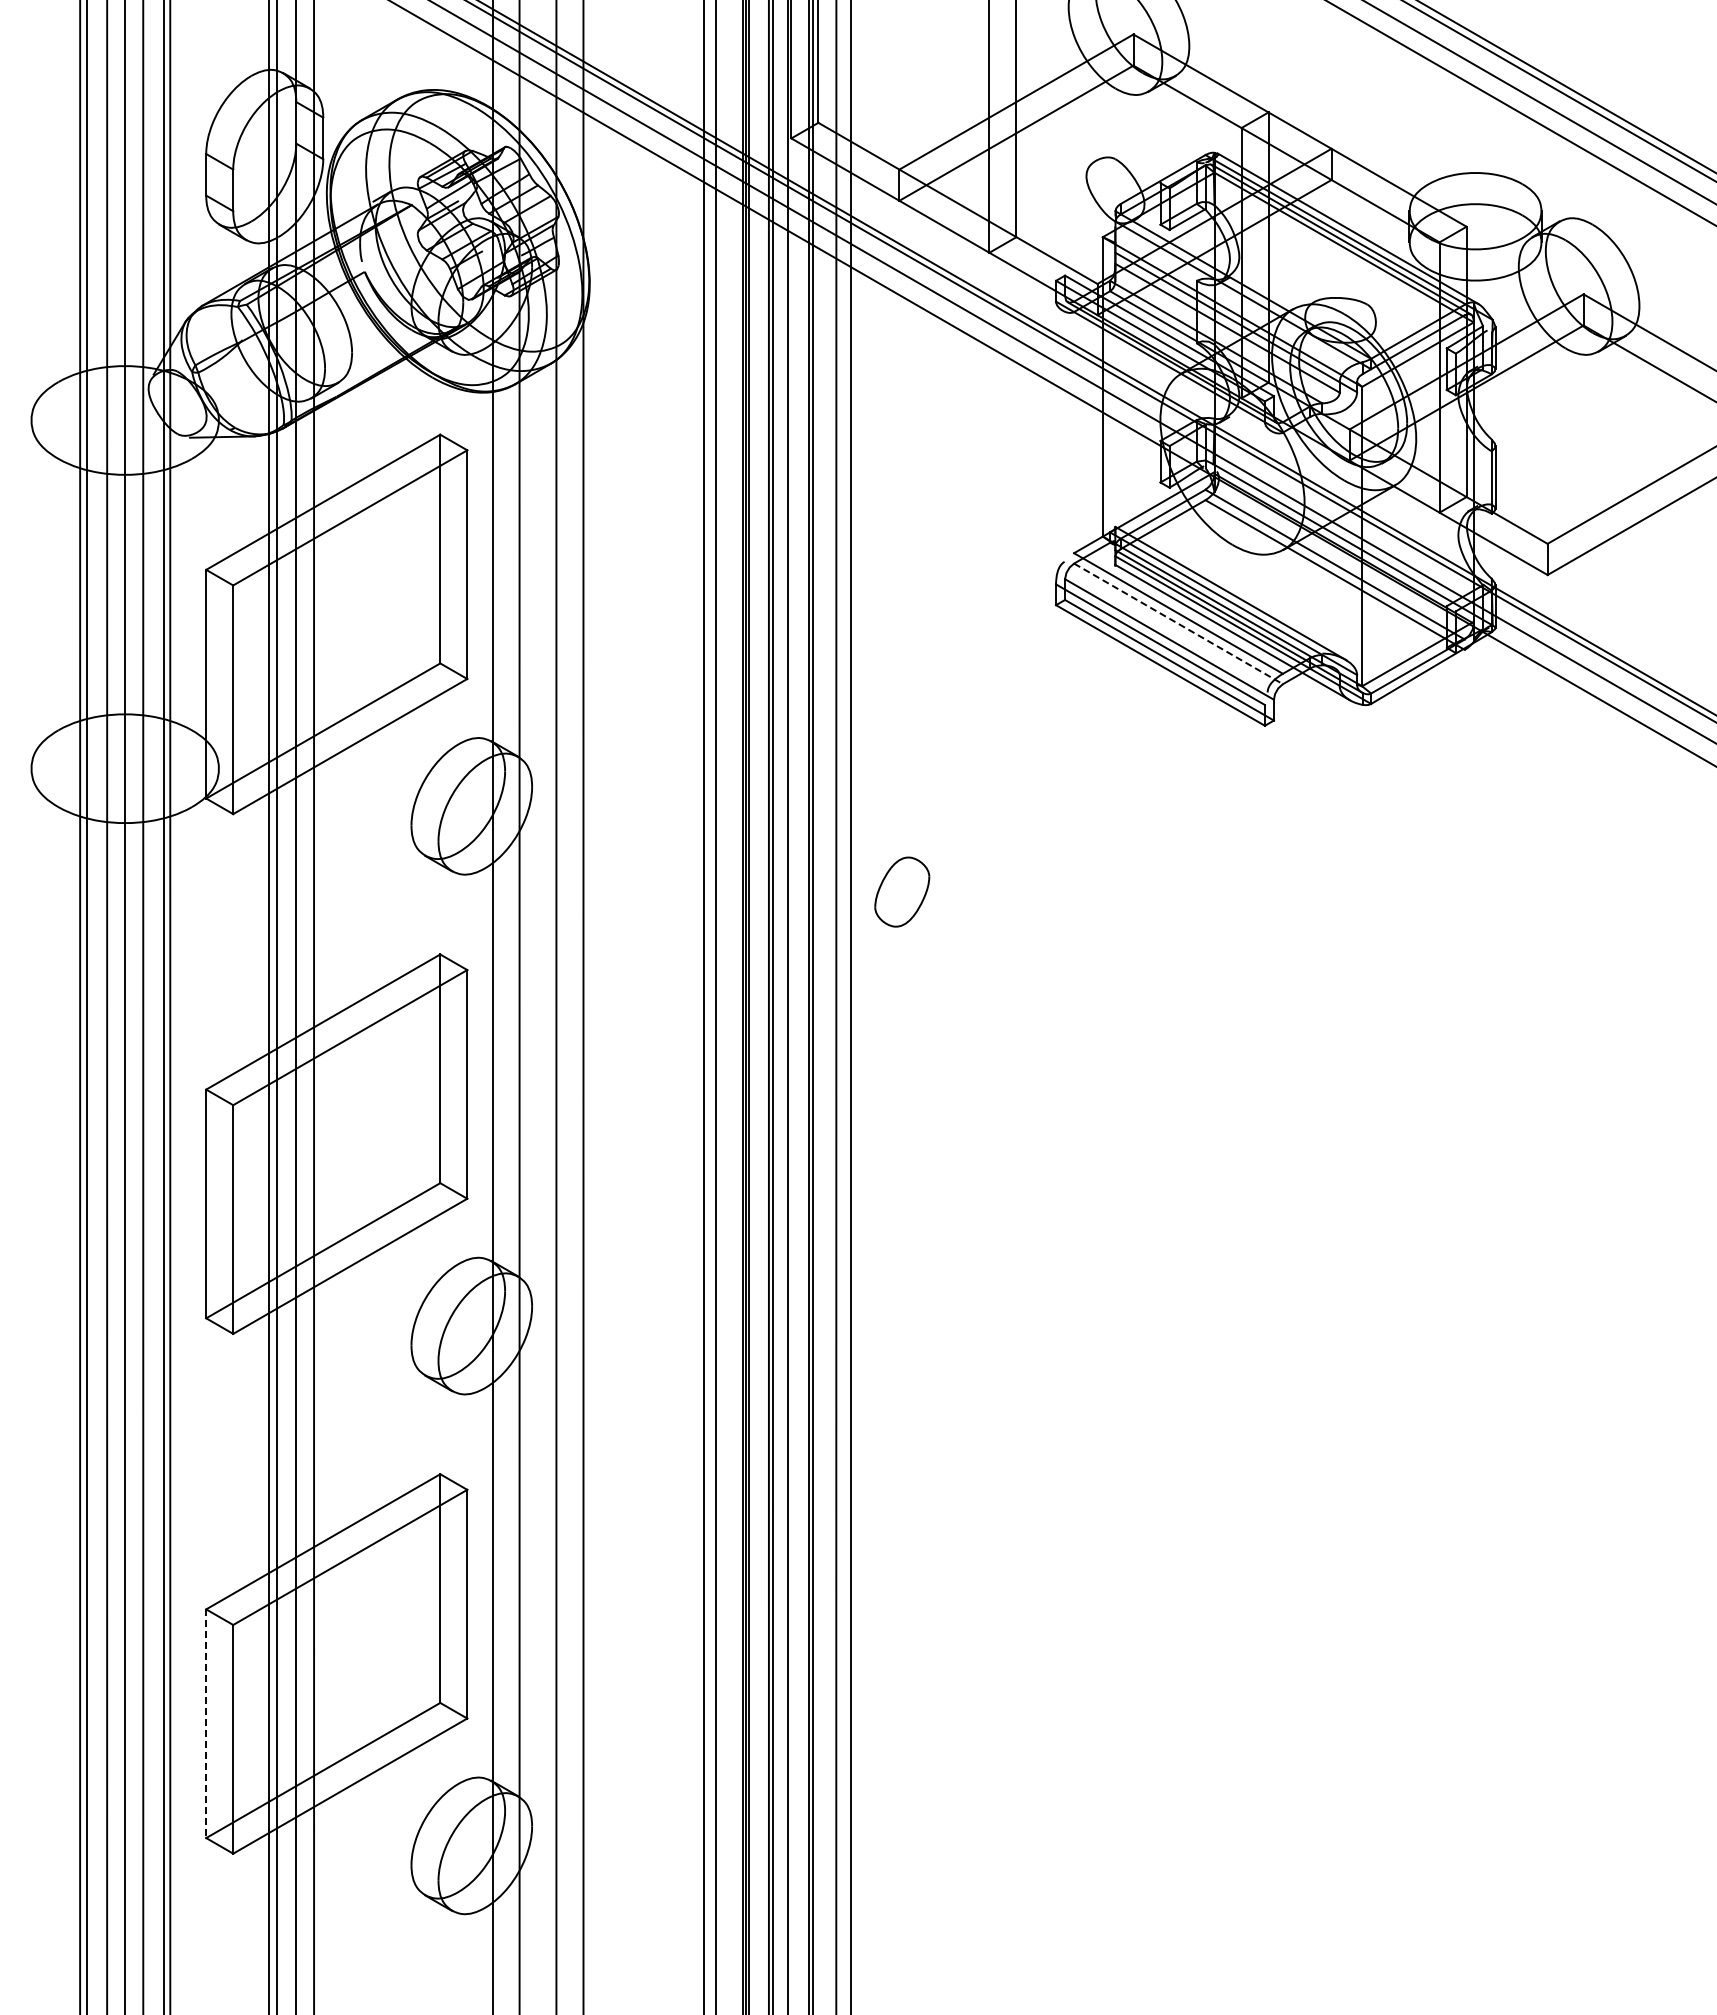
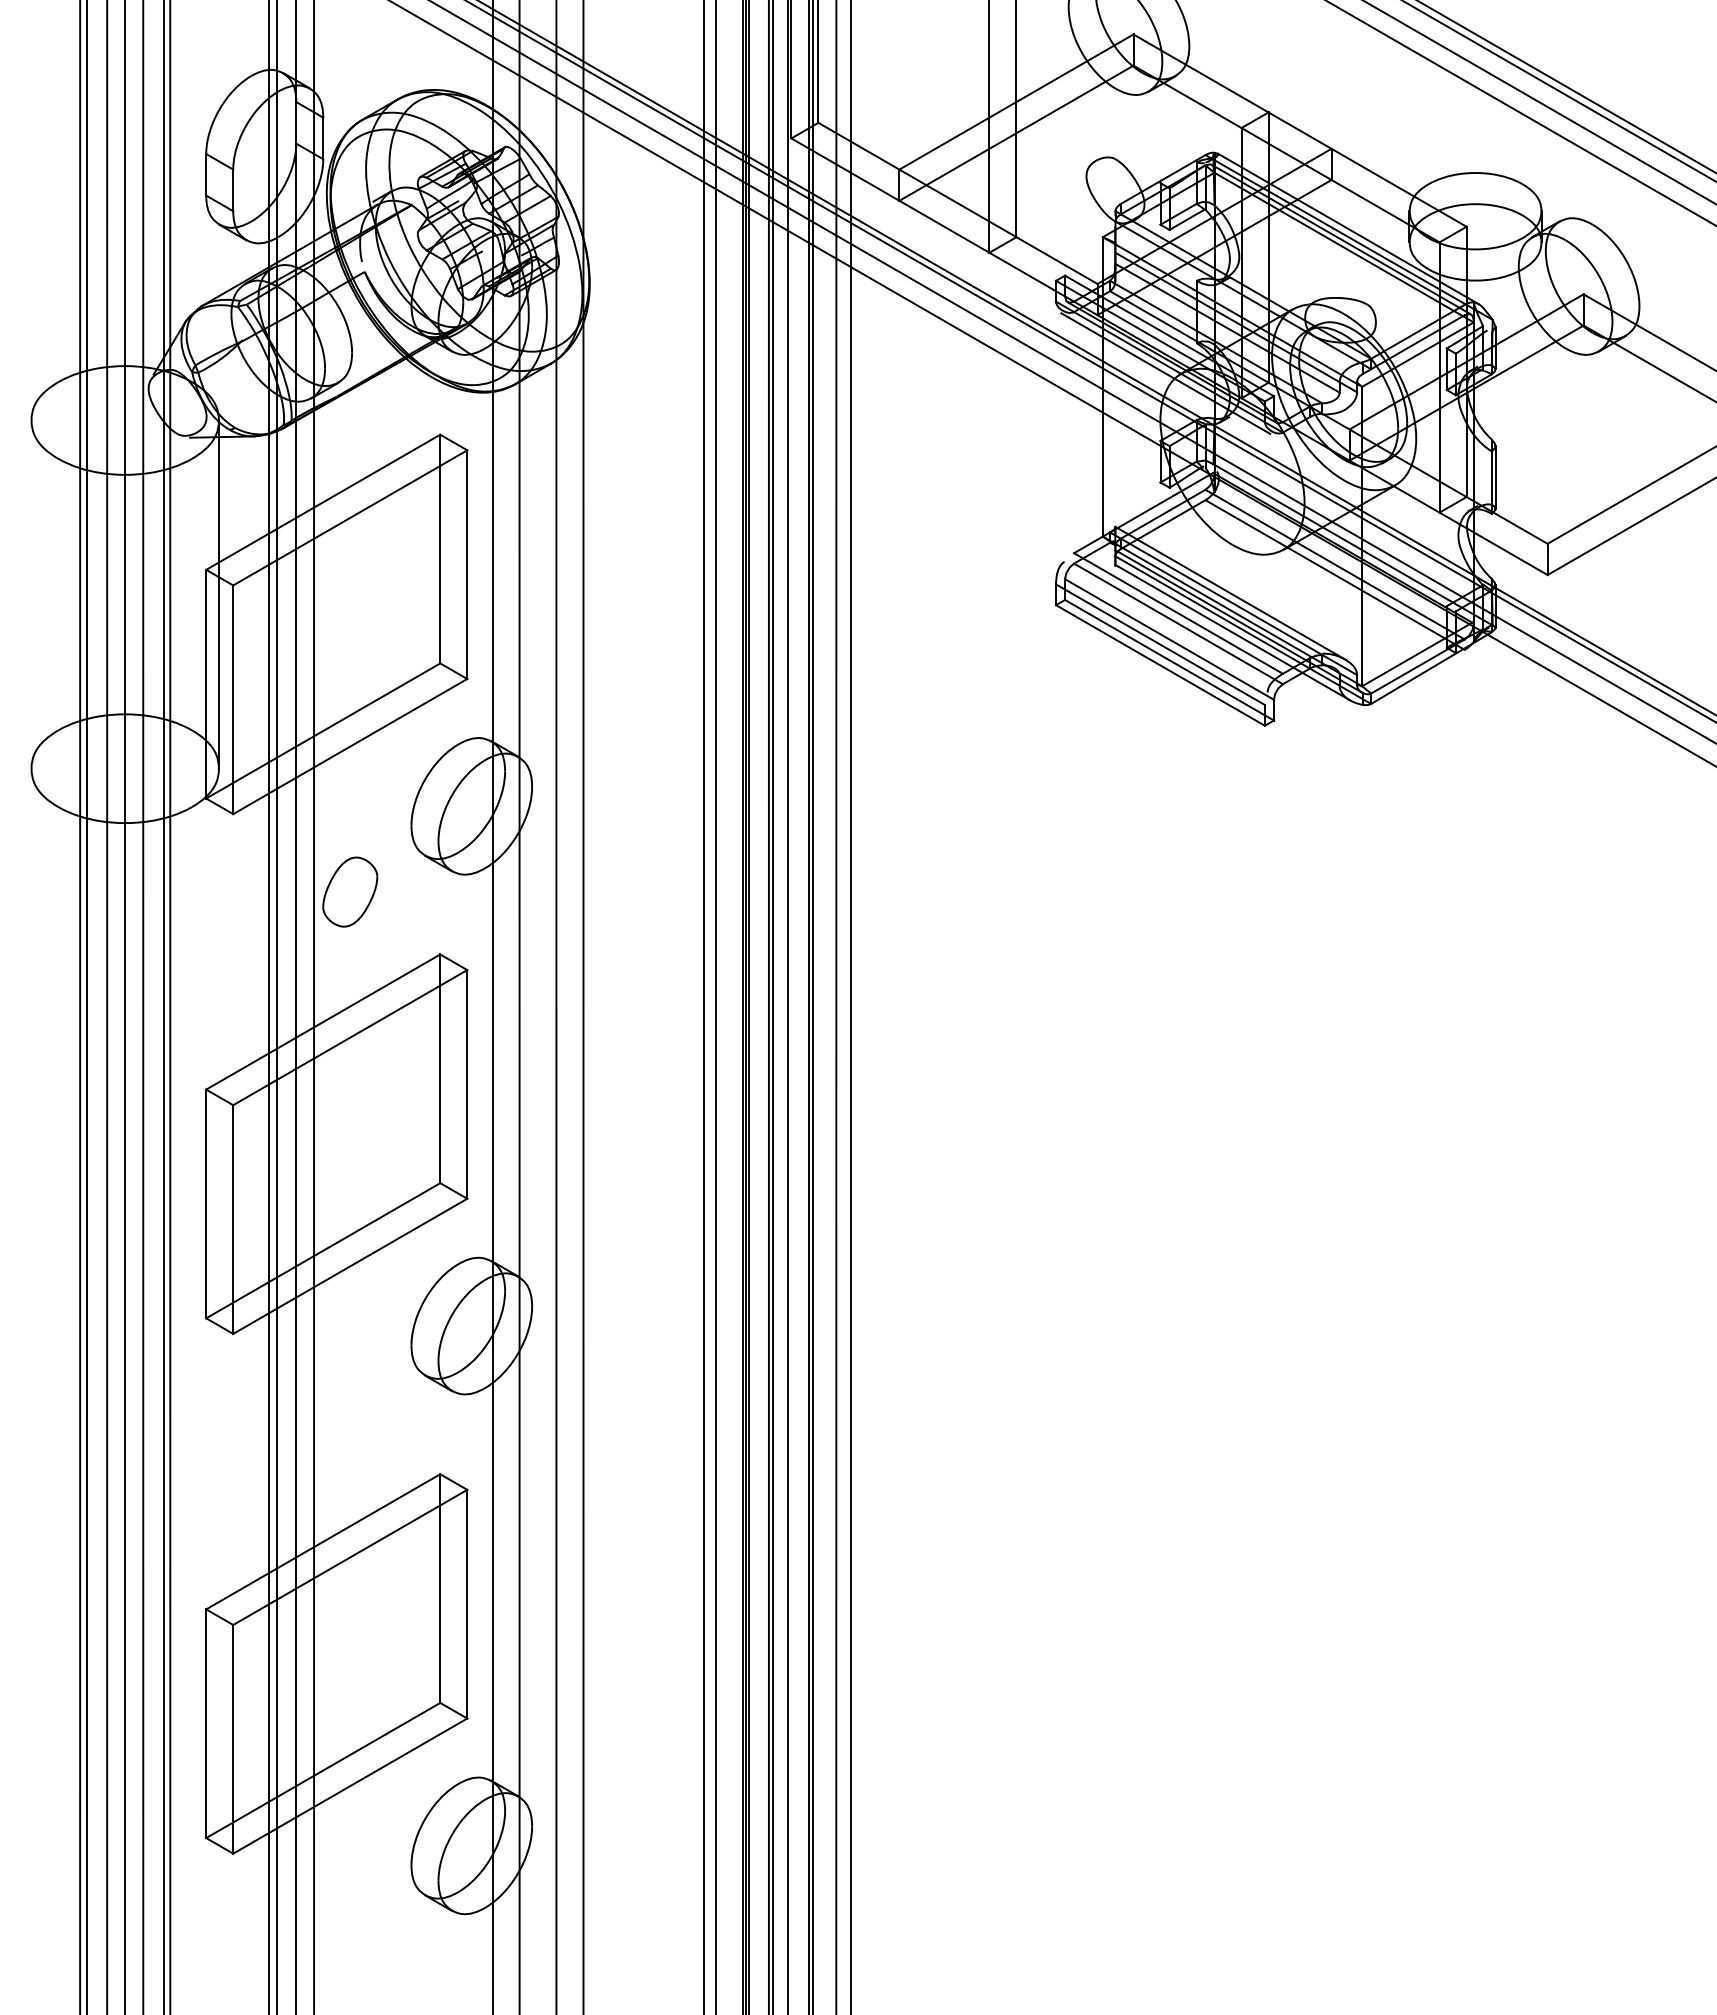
line at (1165, 373): none -> present
line at (219, 594): none -> present
line at (1178, 623): dashed -> solid
part at (902, 891) position: (902, 891) -> (350, 891)
line at (206, 1724): dashed -> solid
